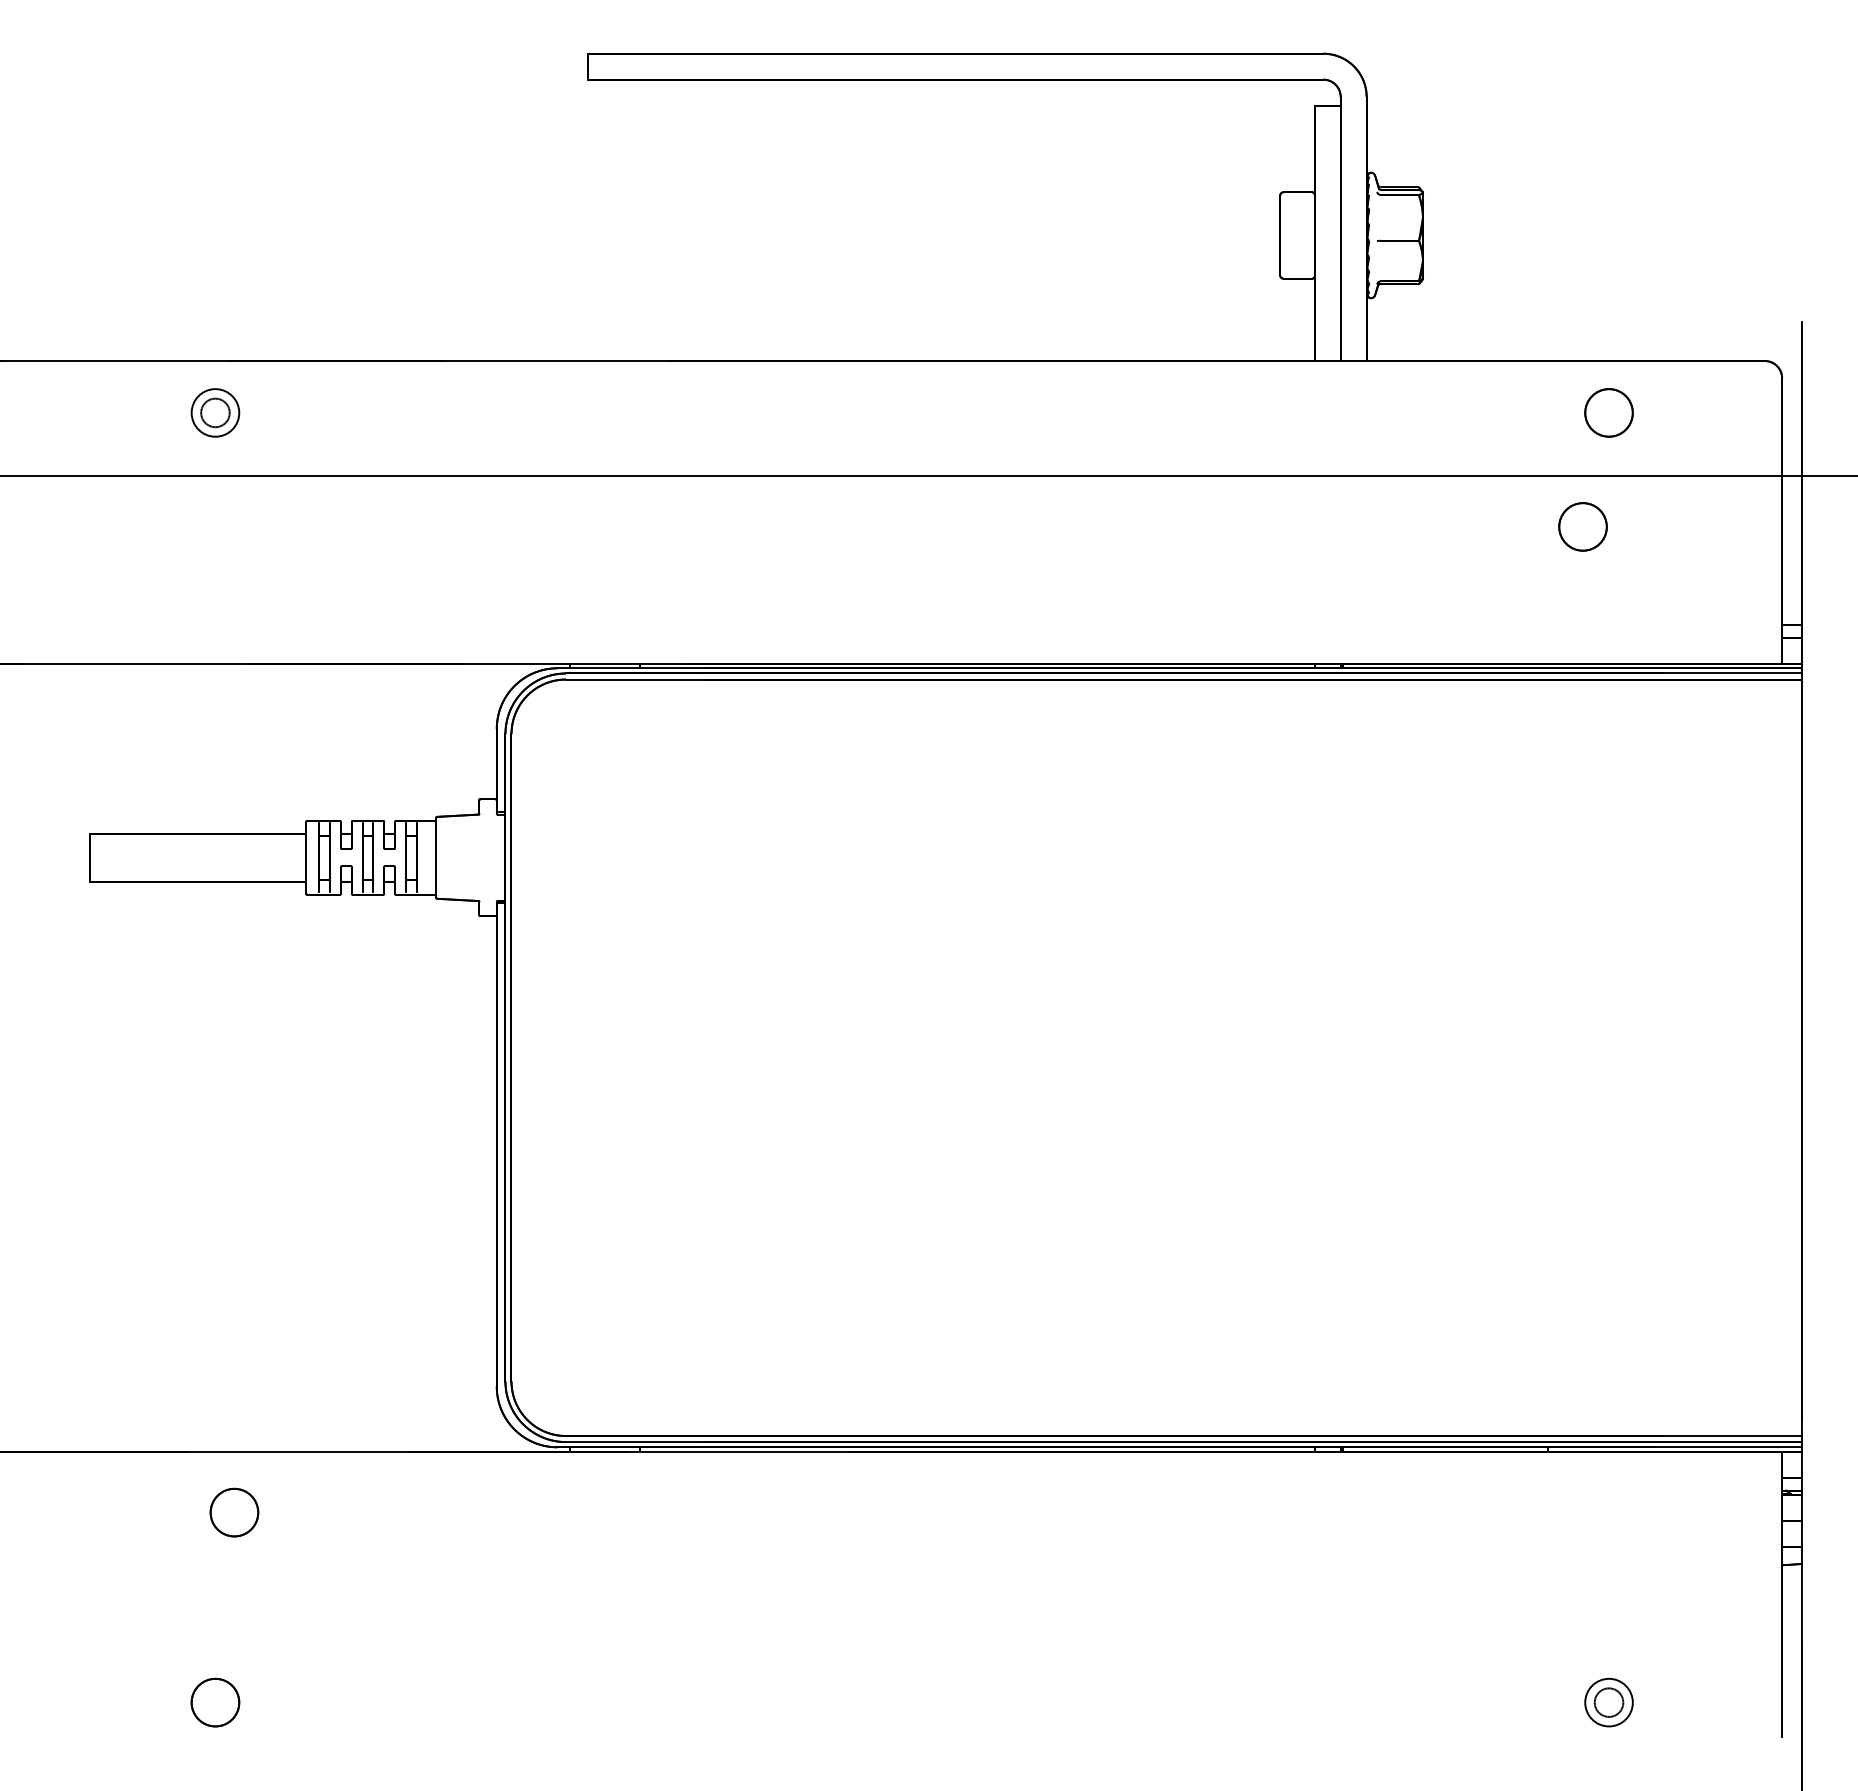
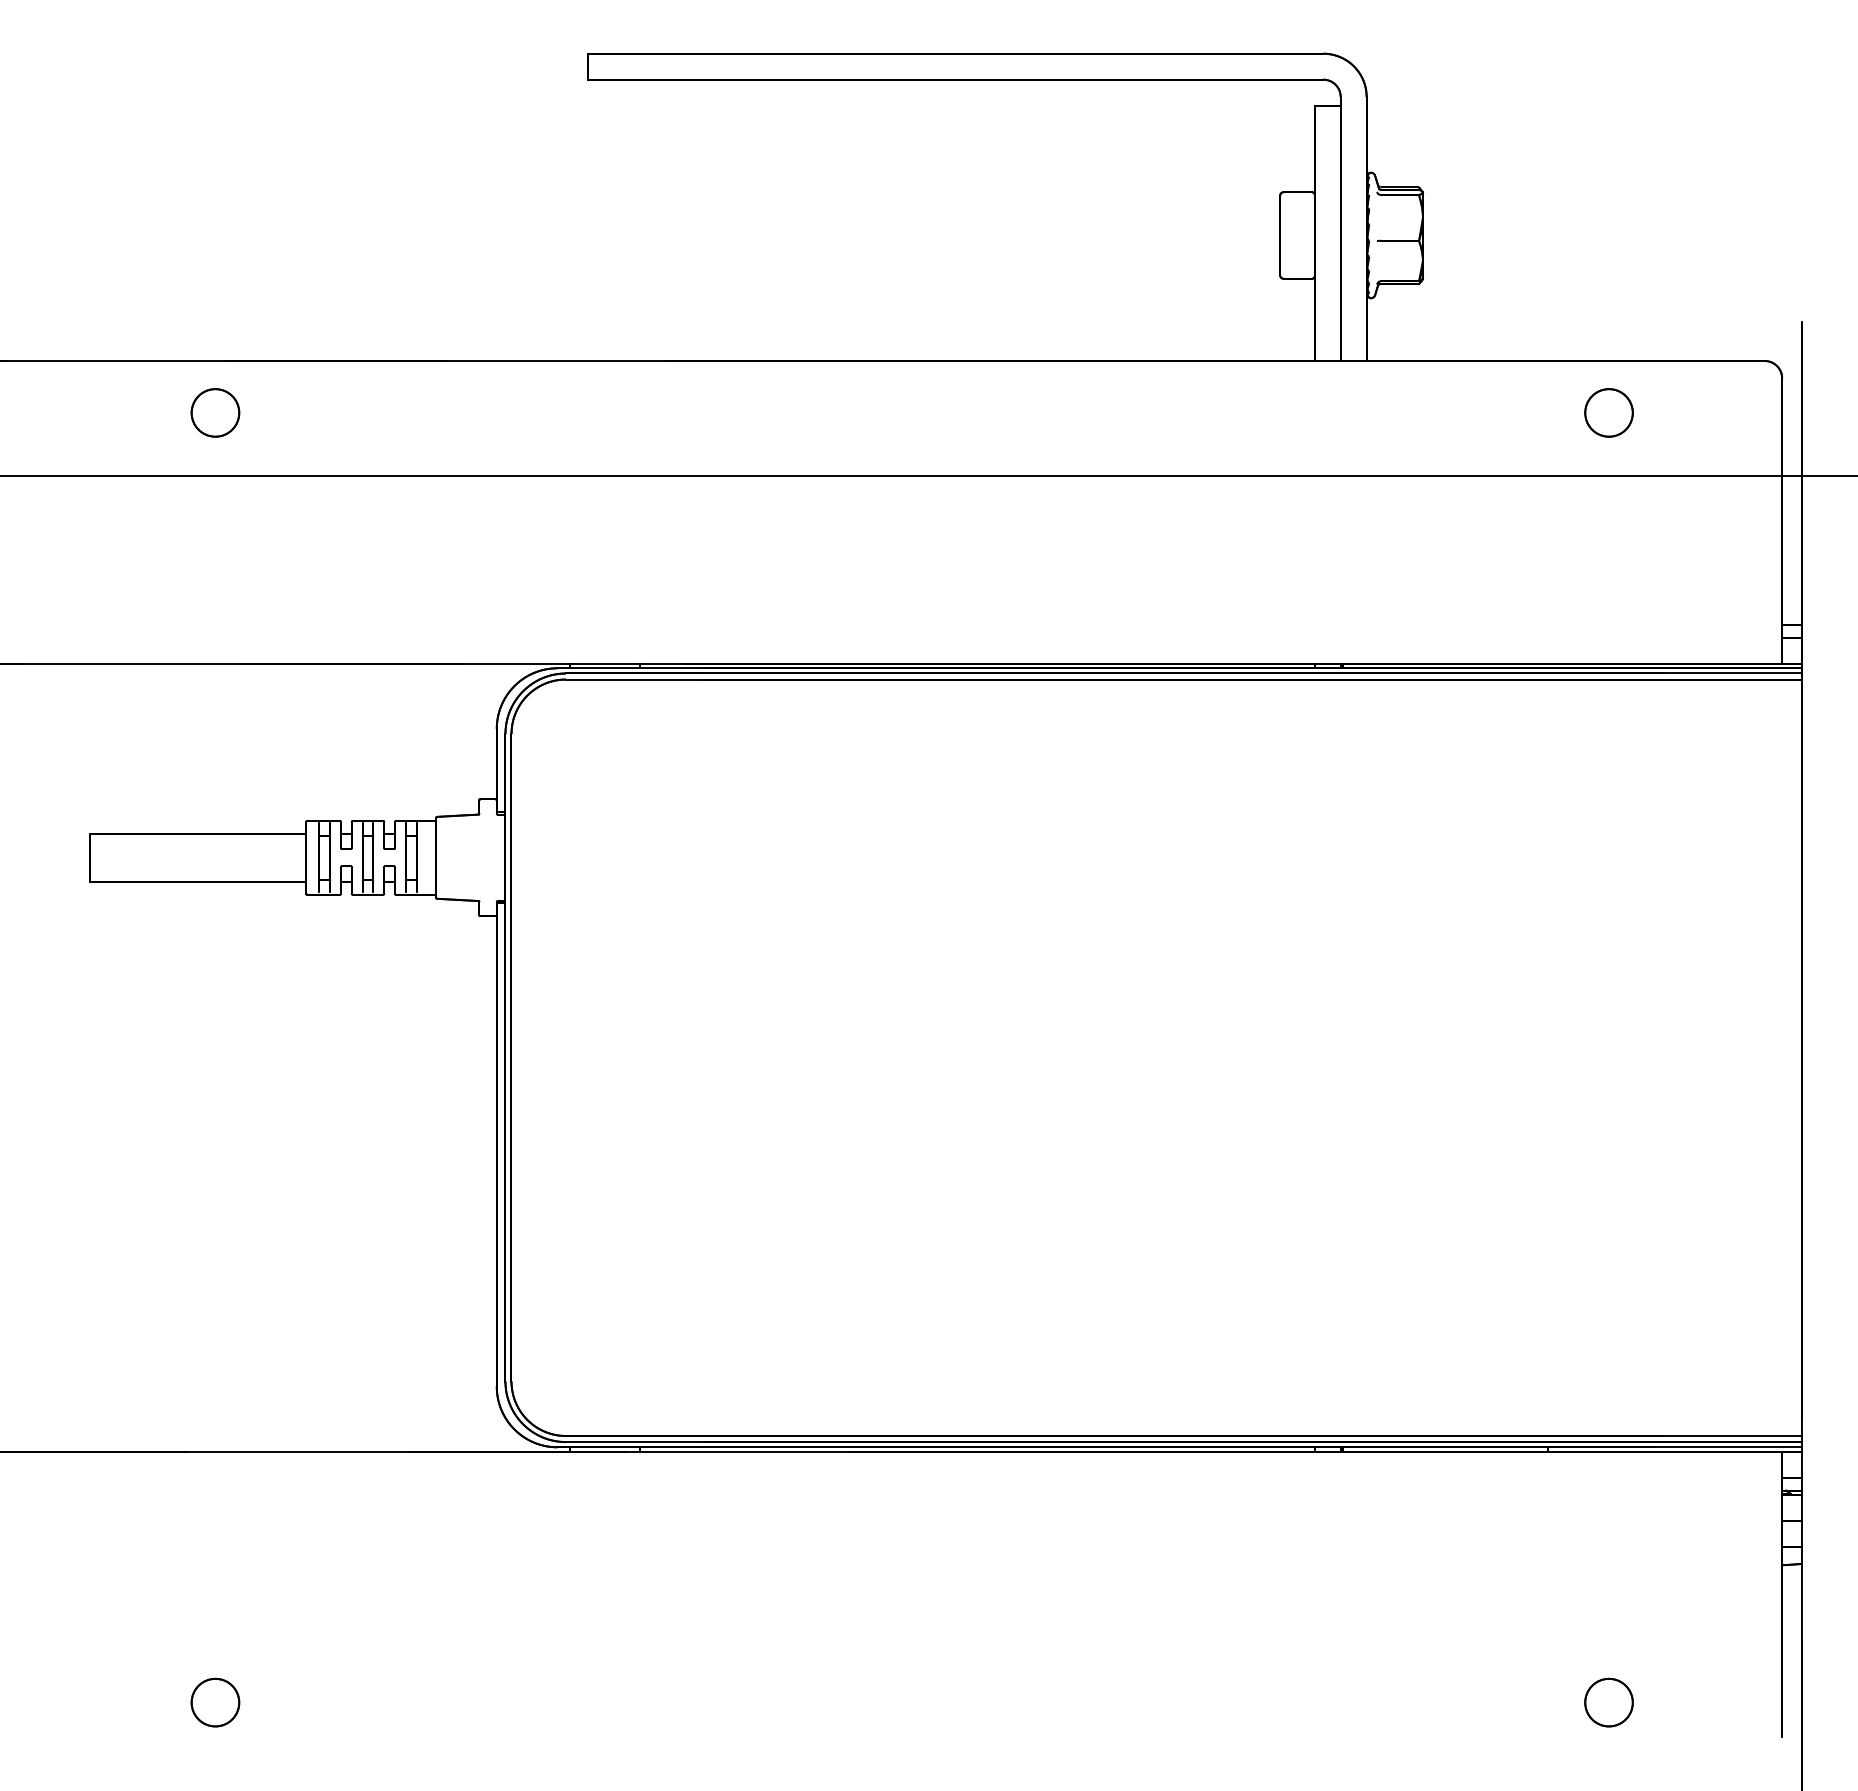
circle at (215, 412) diameter: 29 px -> 48 px
circle at (1582, 526): present -> none
part at (234, 1512): present -> none
circle at (1608, 1702) diameter: 29 px -> 48 px
